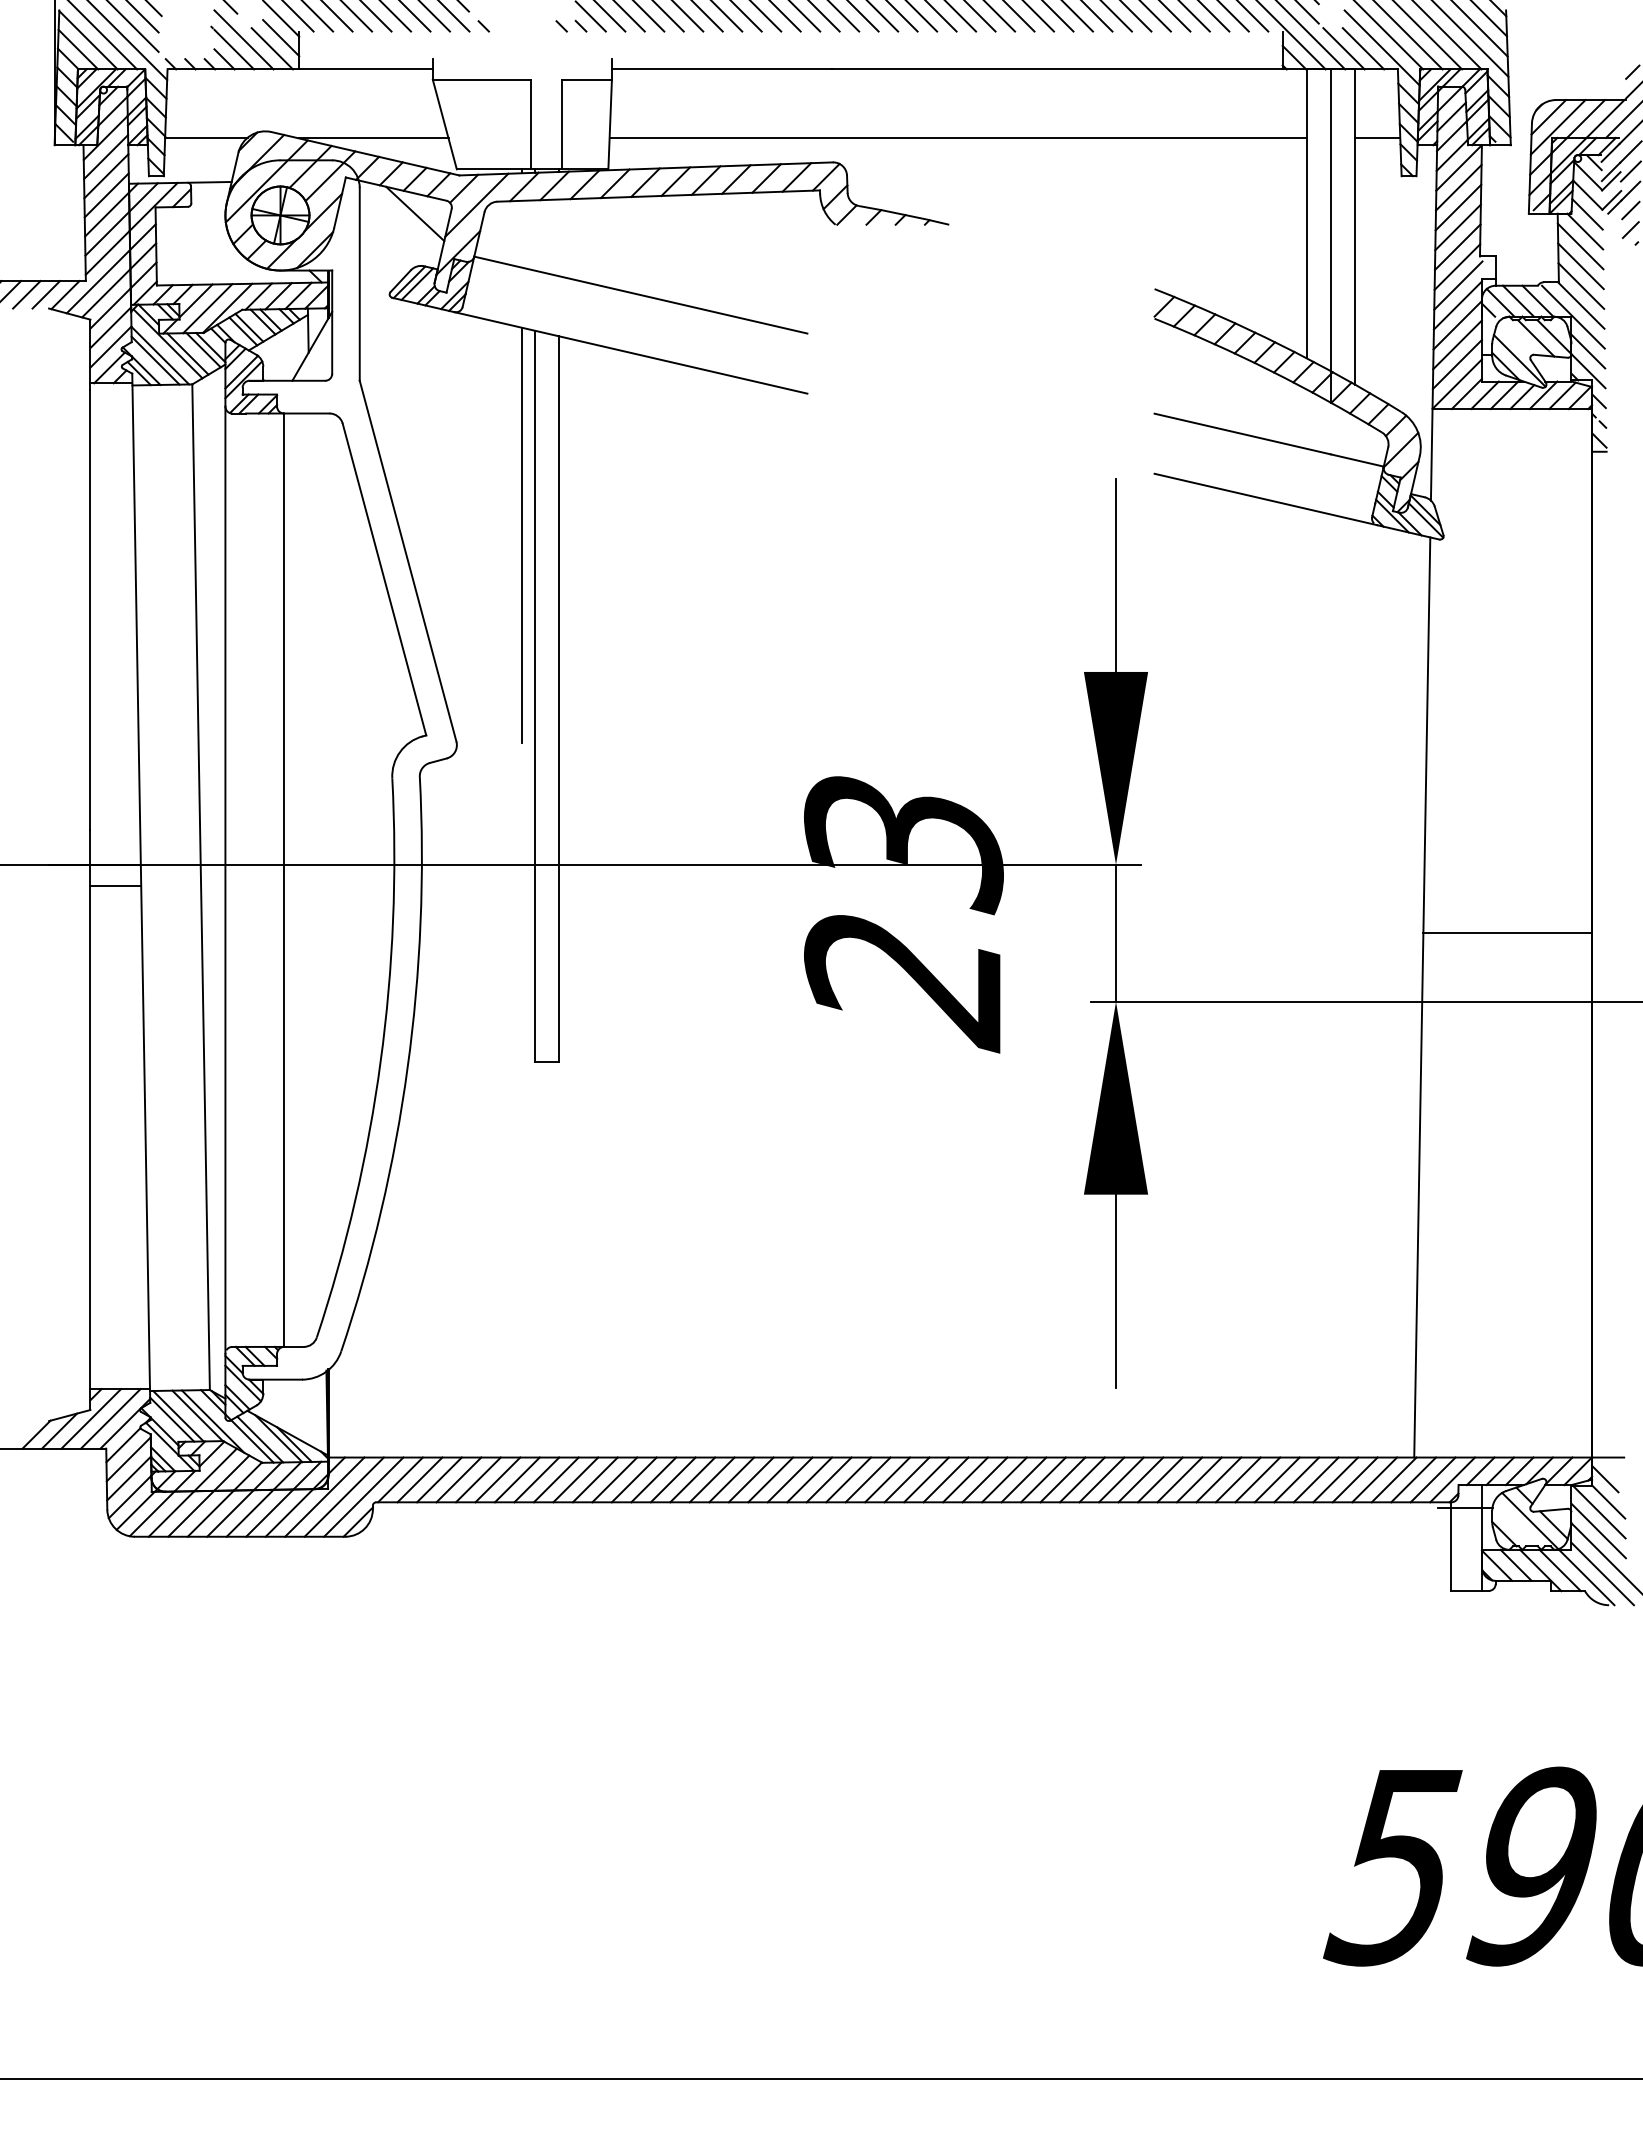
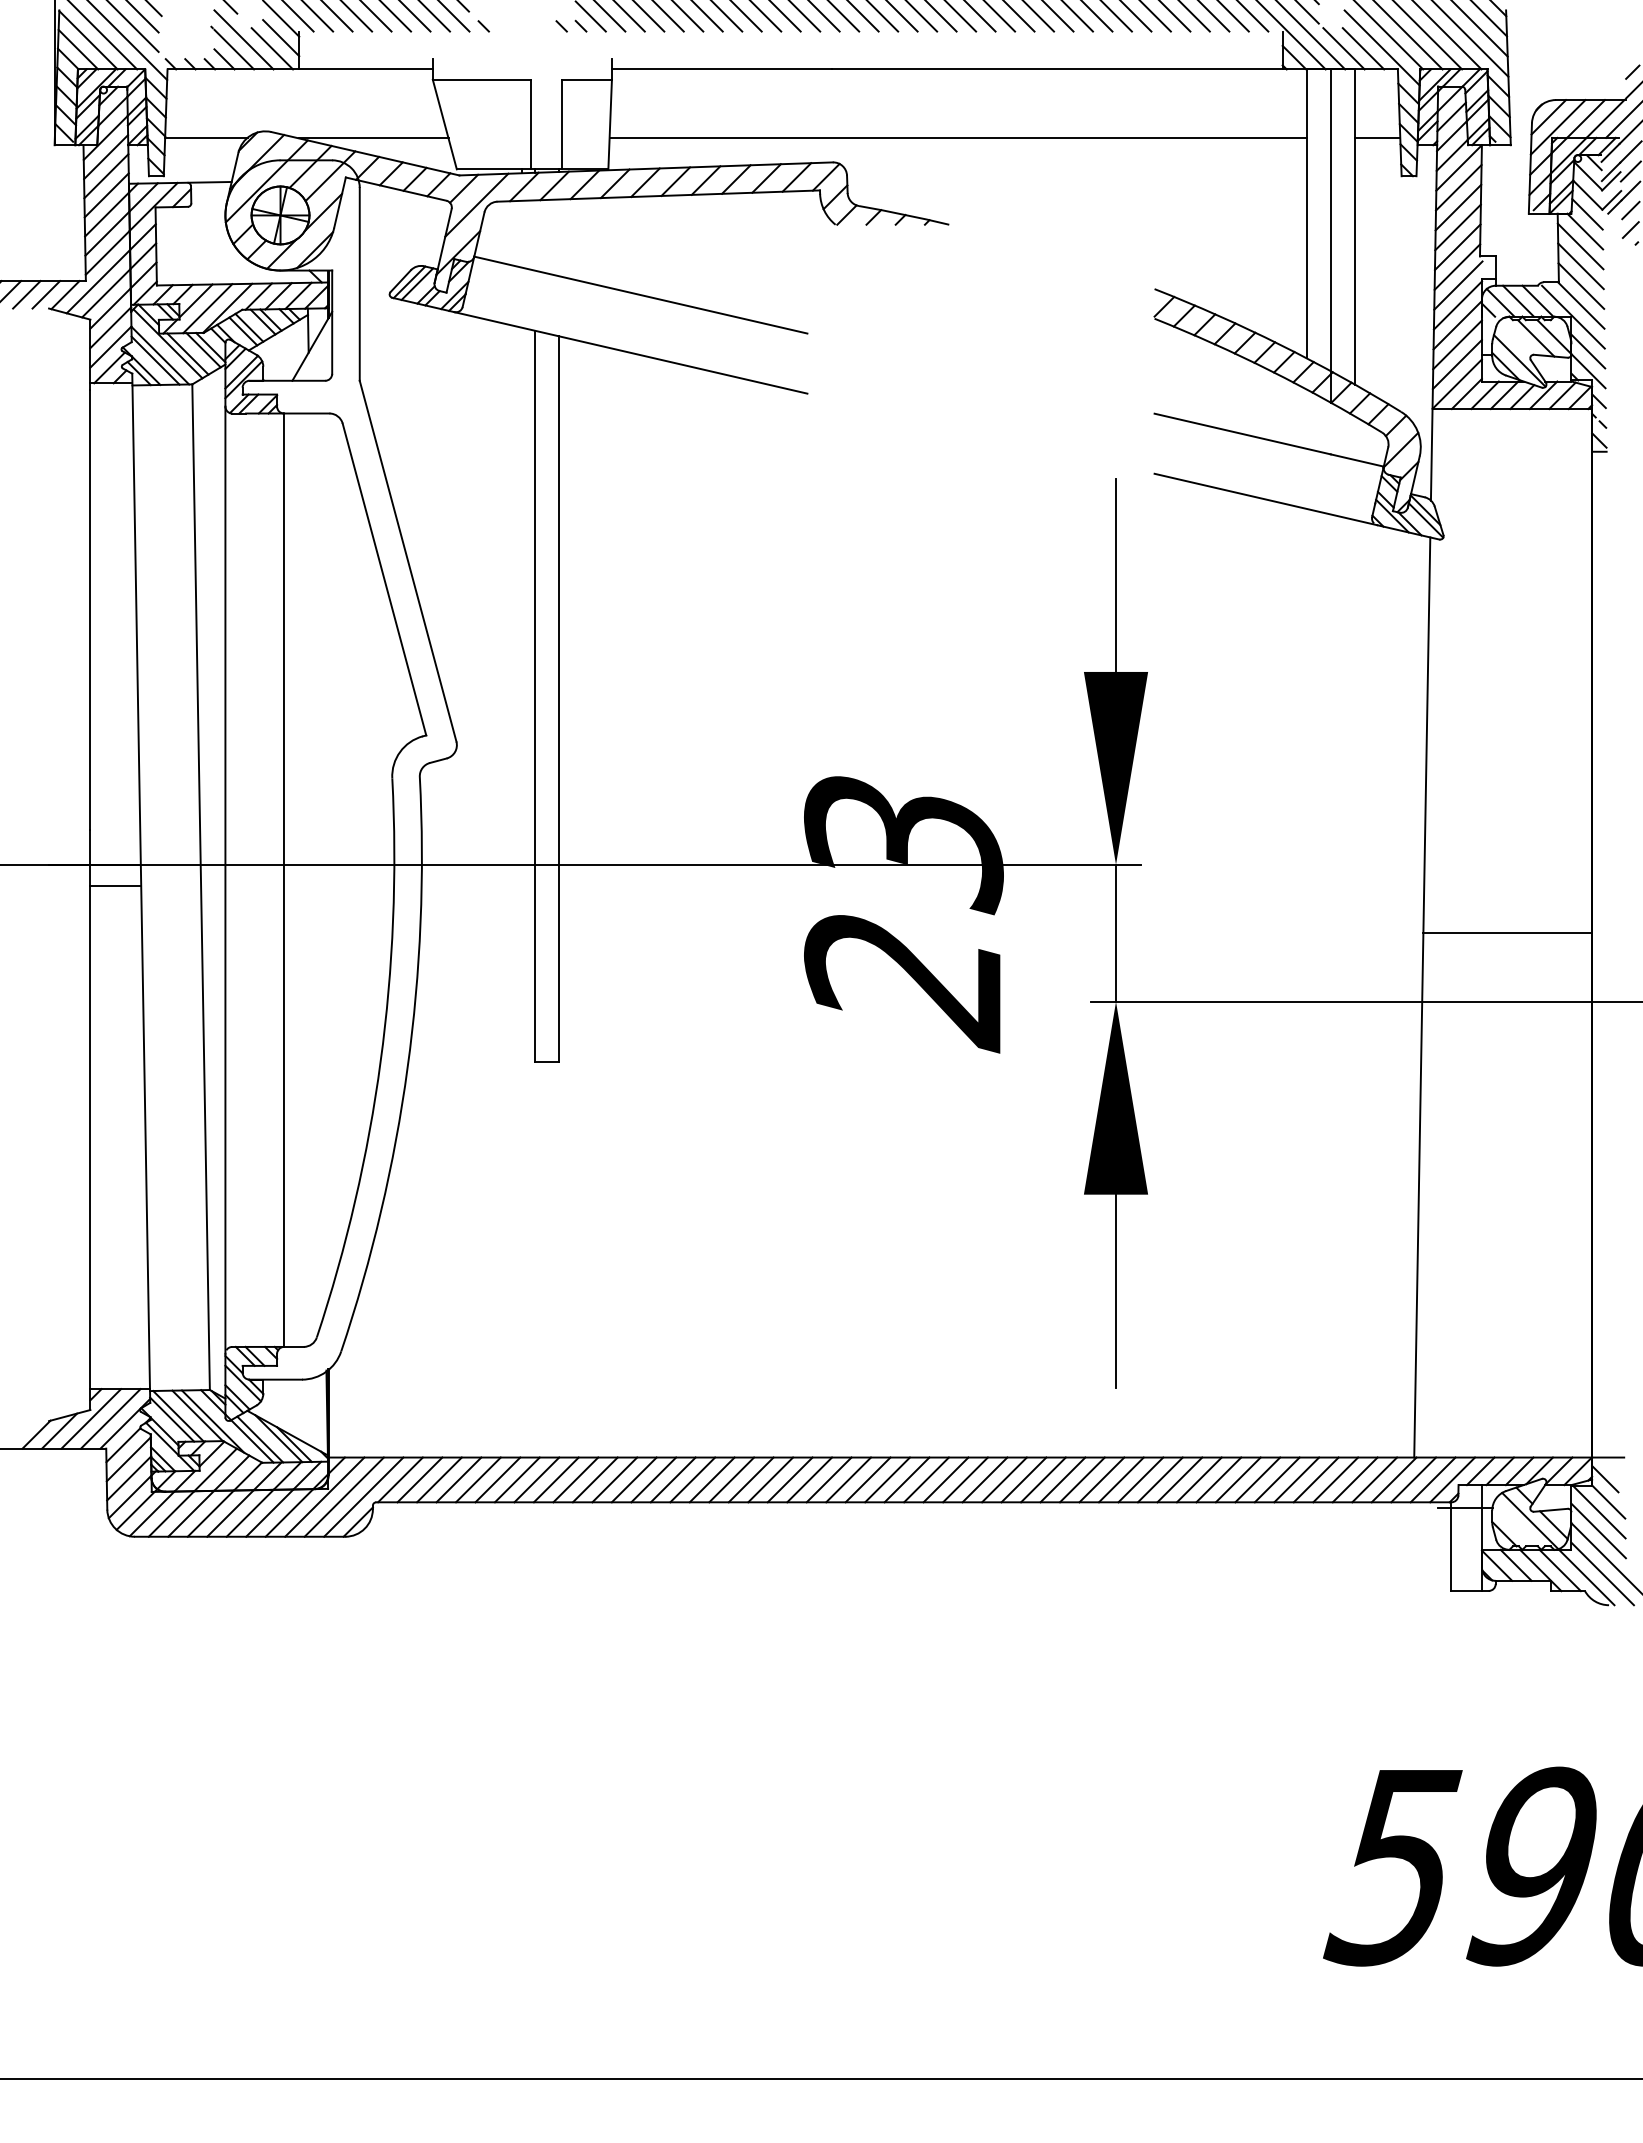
line at (415, 213): present -> none
line at (522, 535): present -> none
